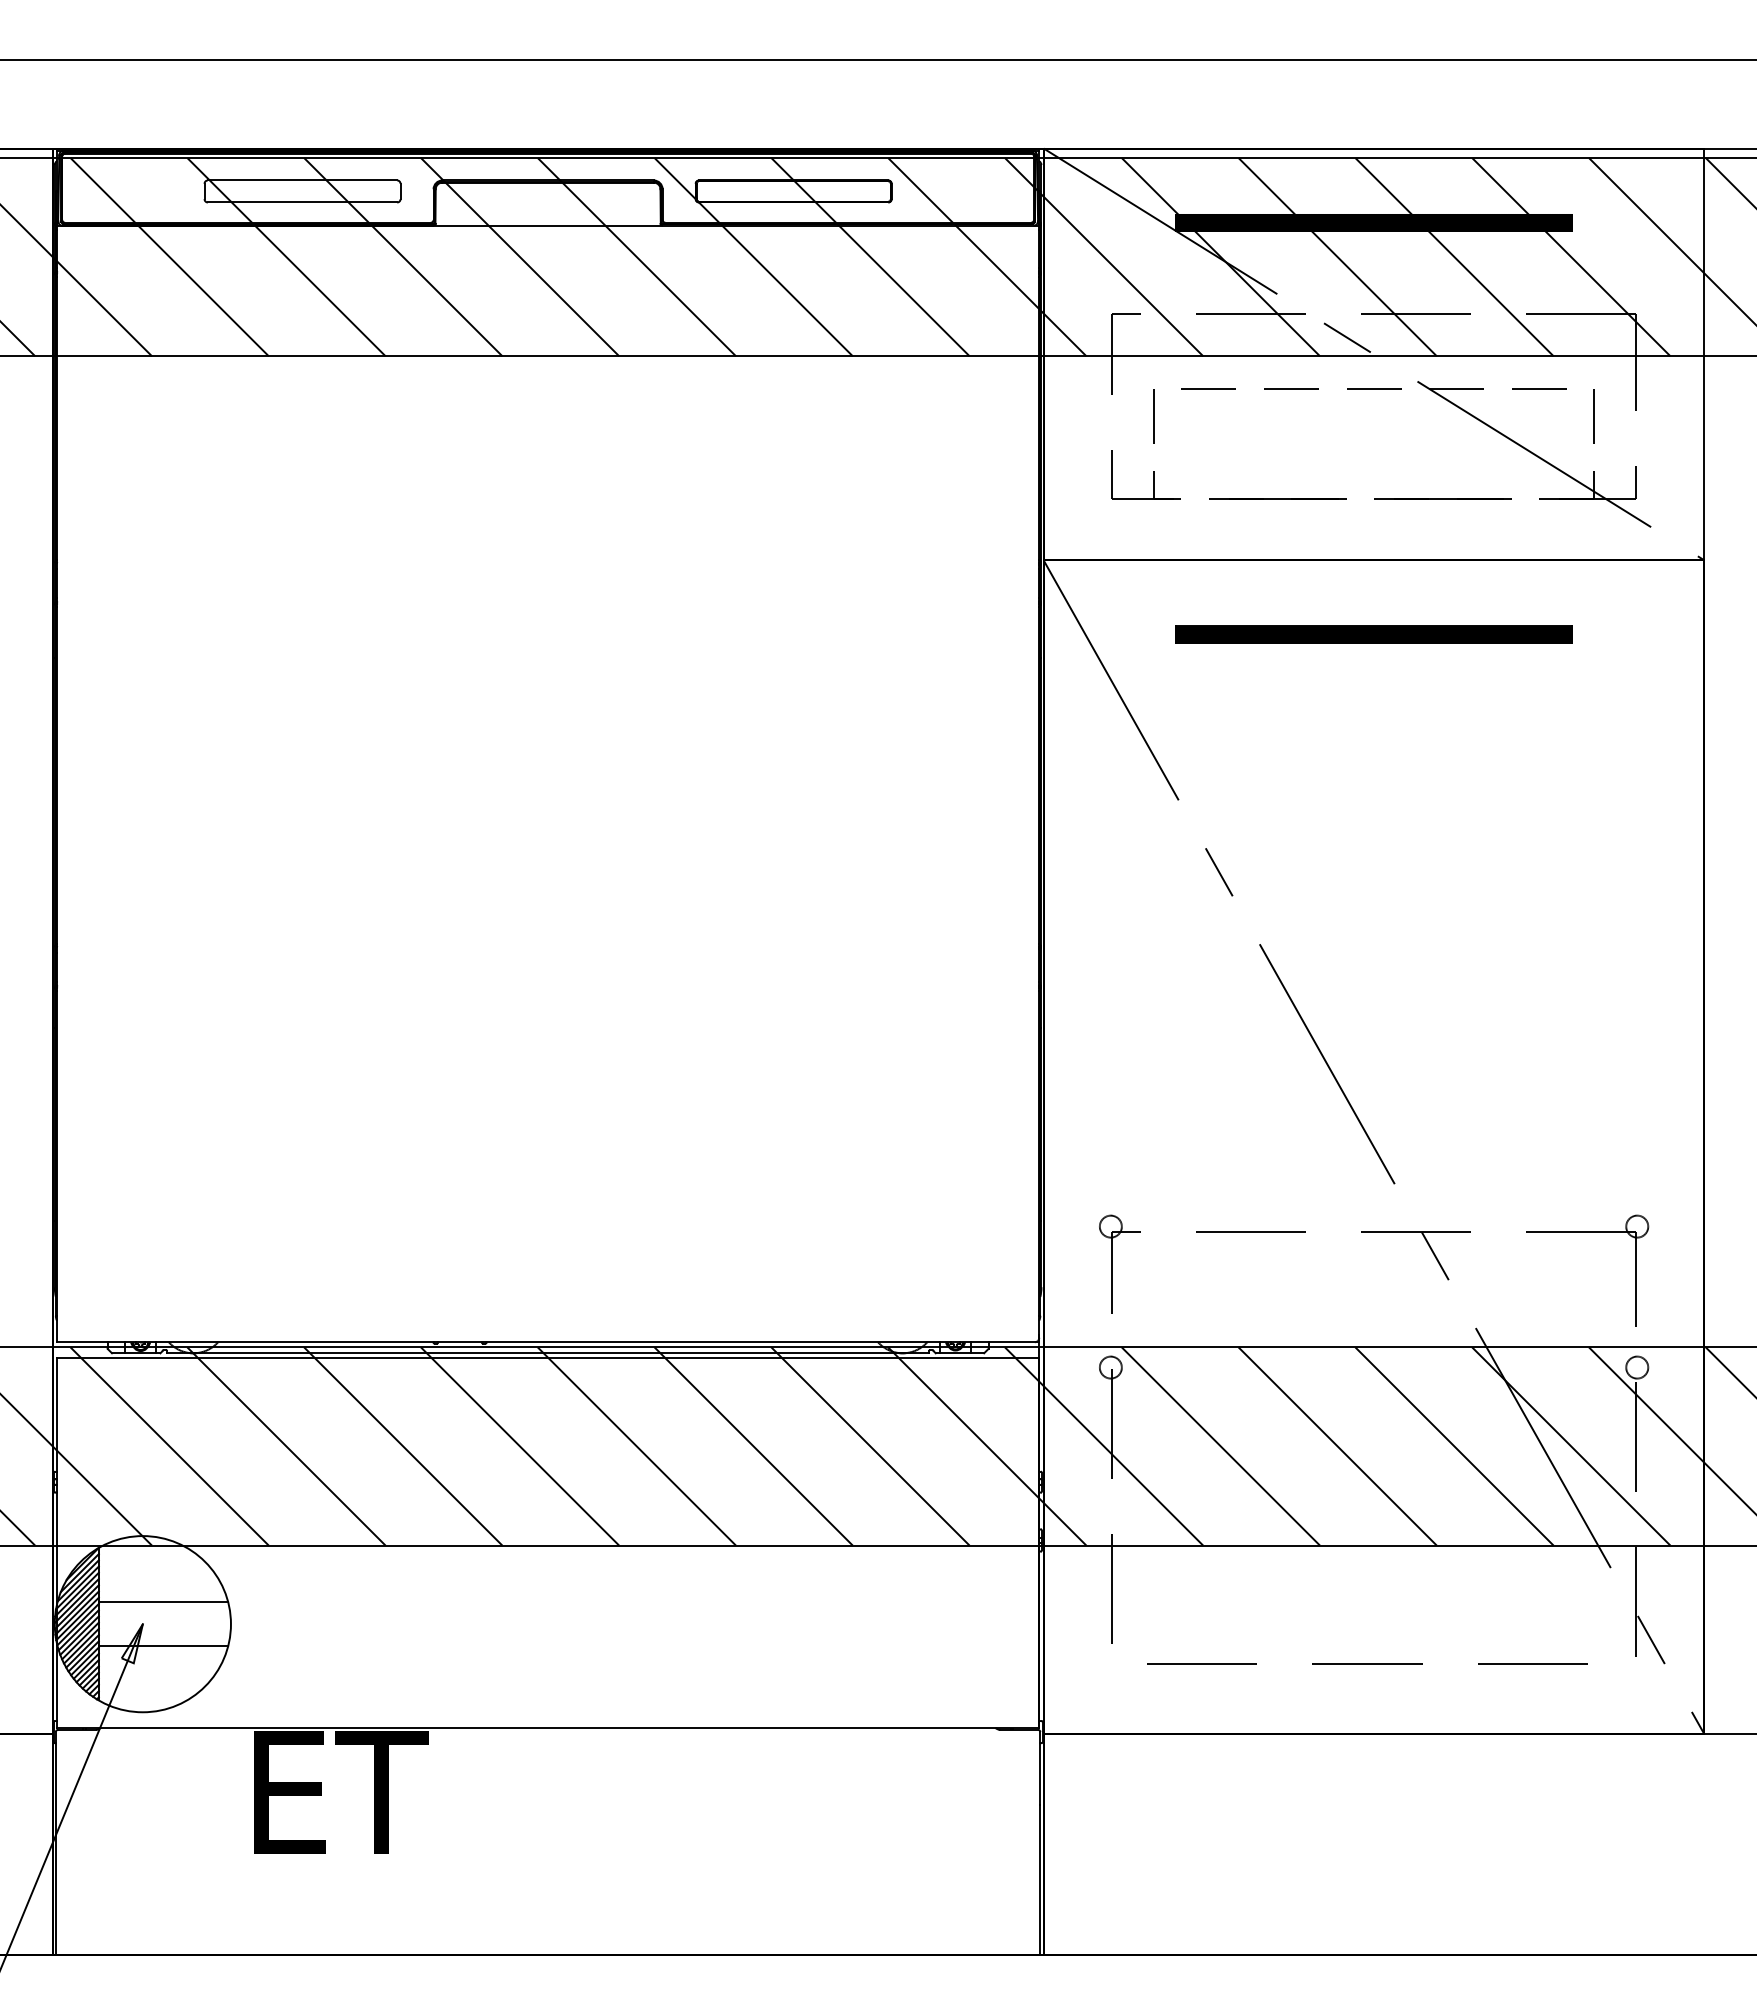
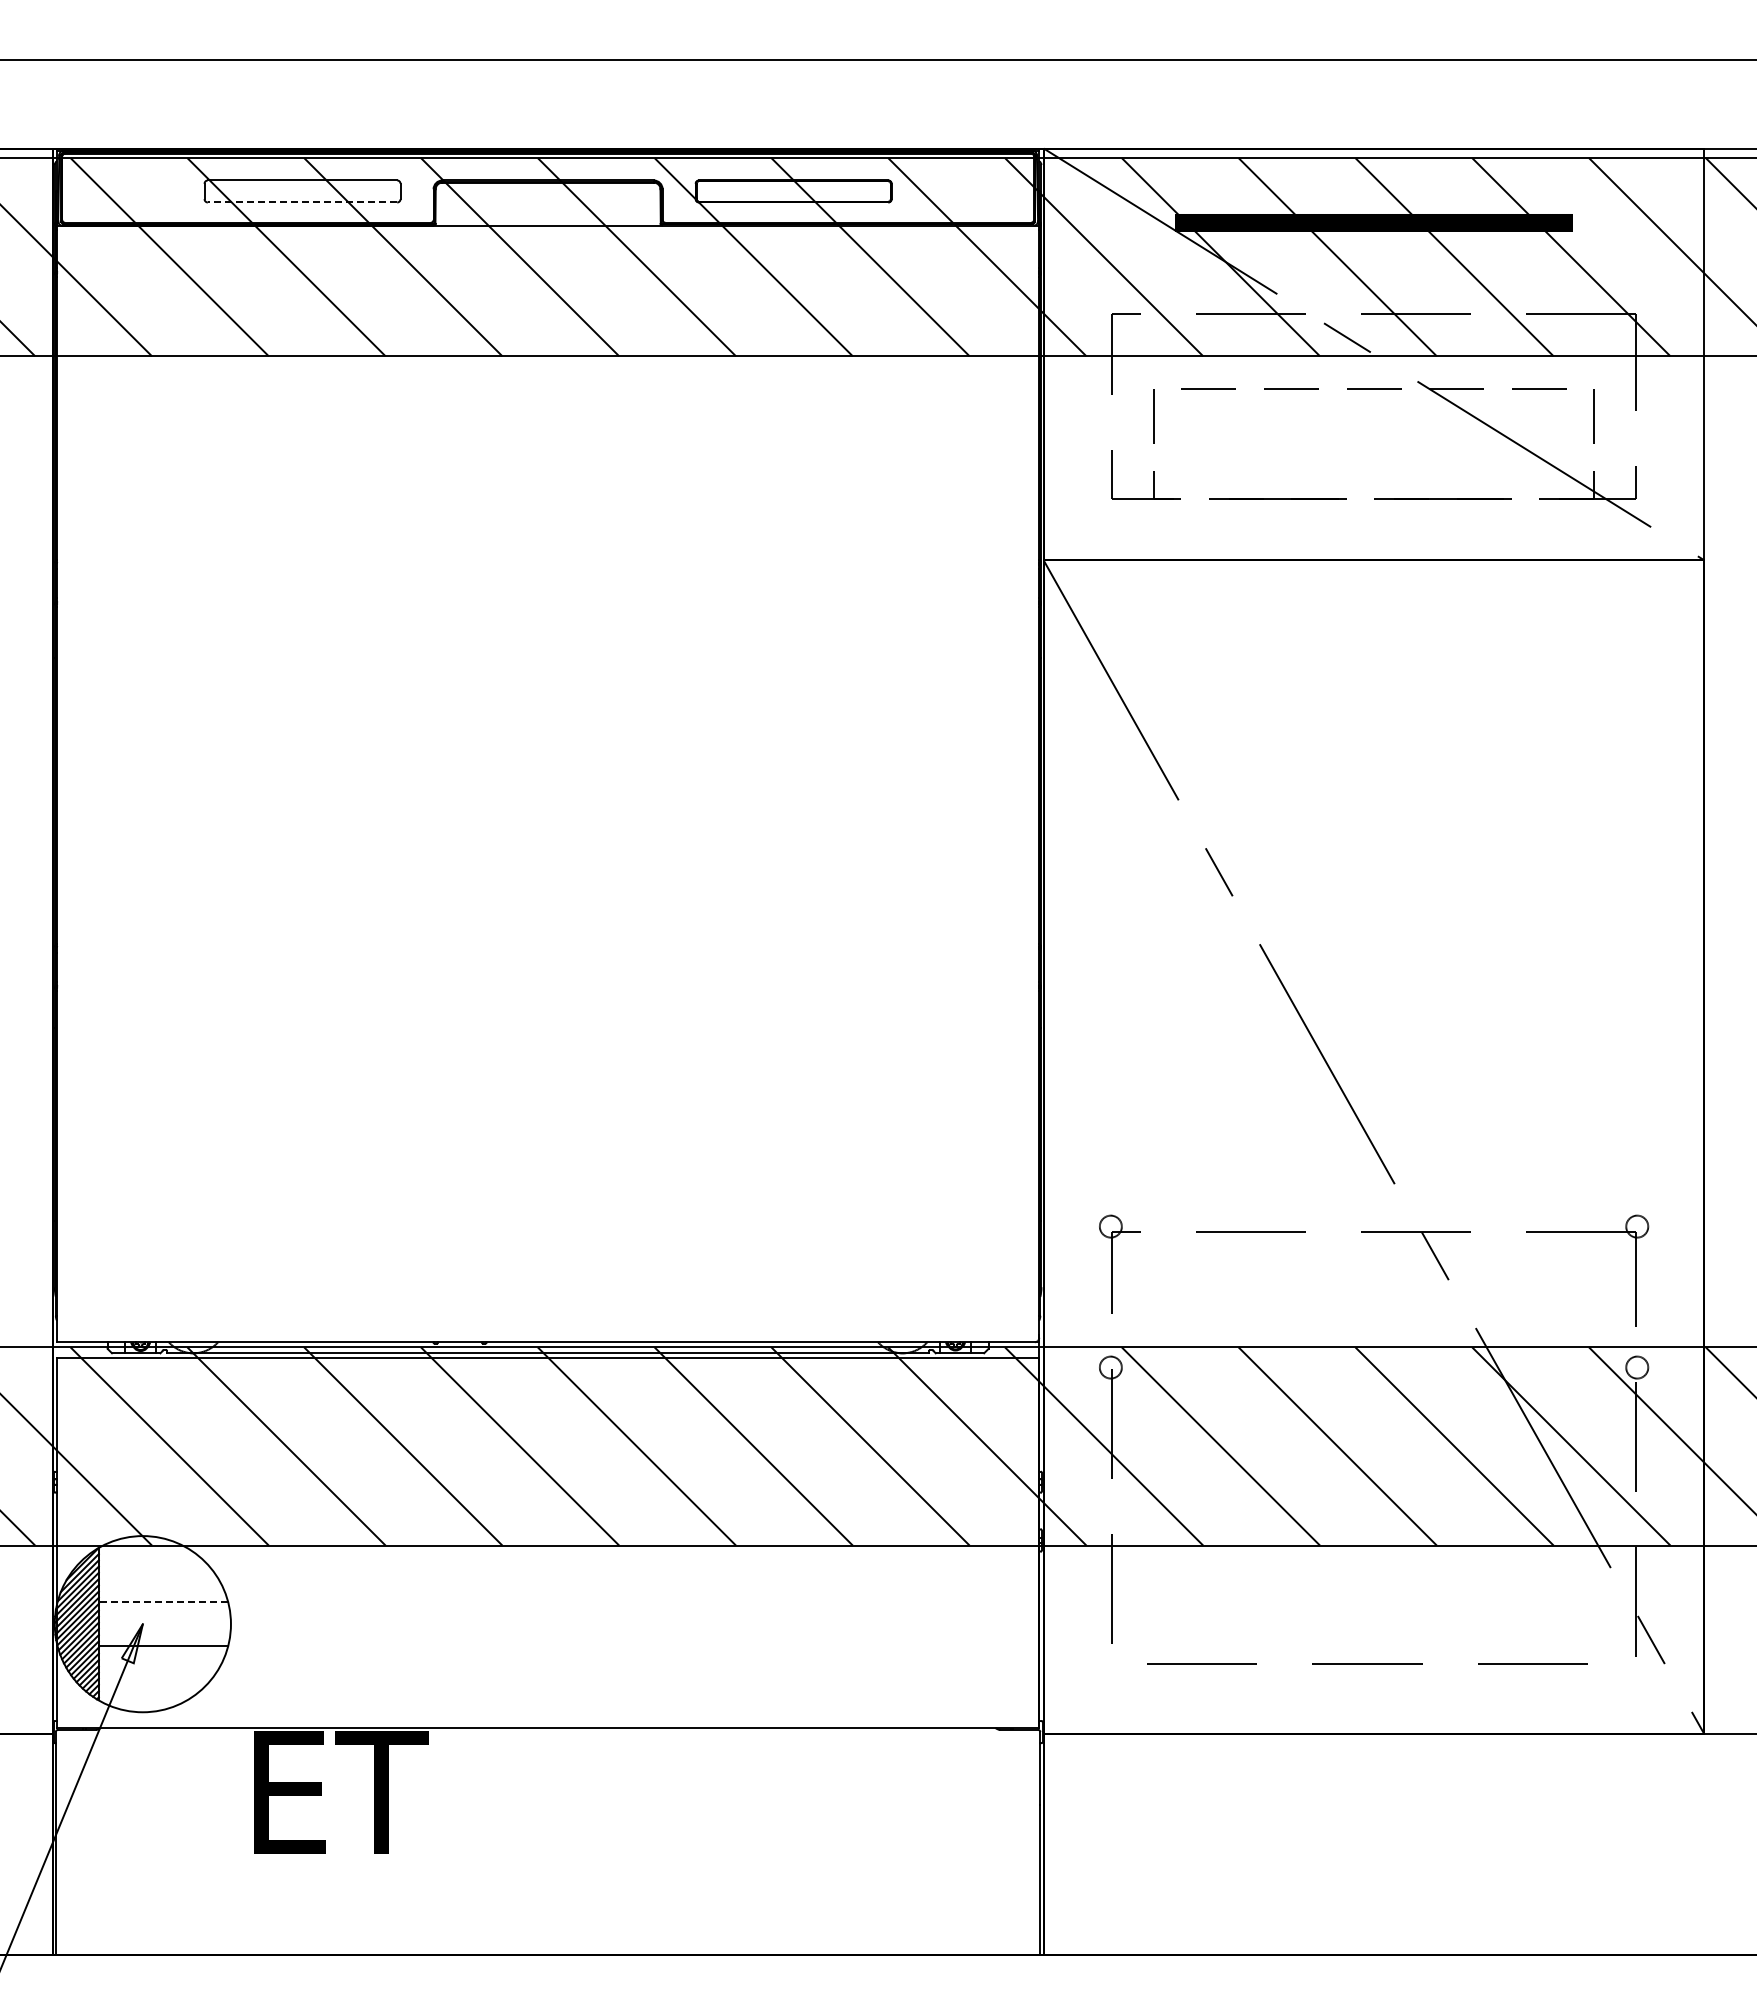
line at (302, 202): solid -> dashed
part at (1373, 634): present -> none
line at (163, 1602): solid -> dashed
